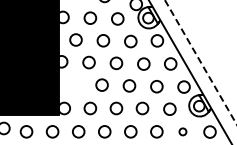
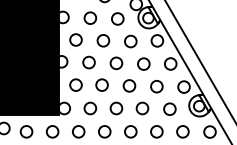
line at (200, 62): dashed -> solid
circle at (75, 84): none -> present
circle at (182, 131) size: 10x10 px -> 14x14 px
